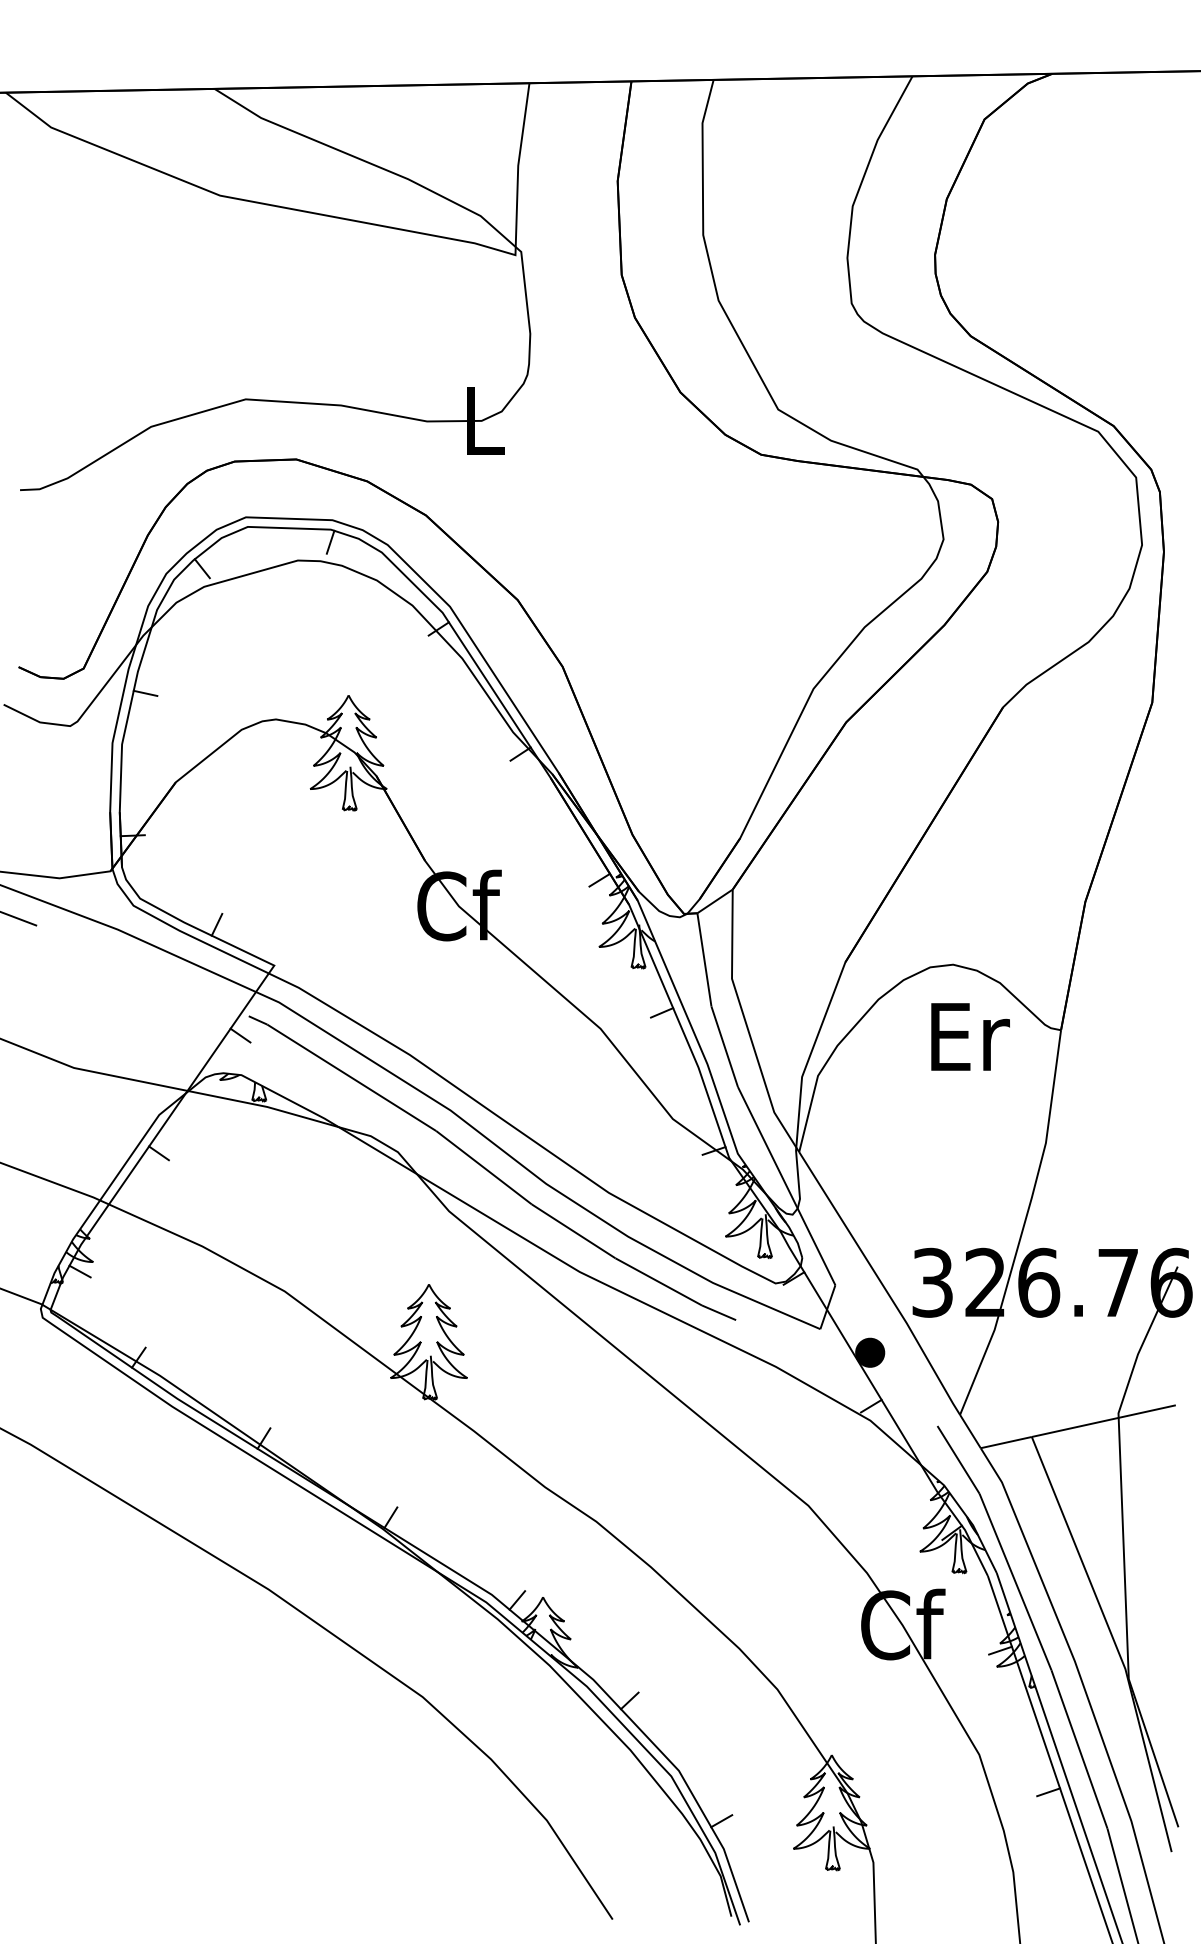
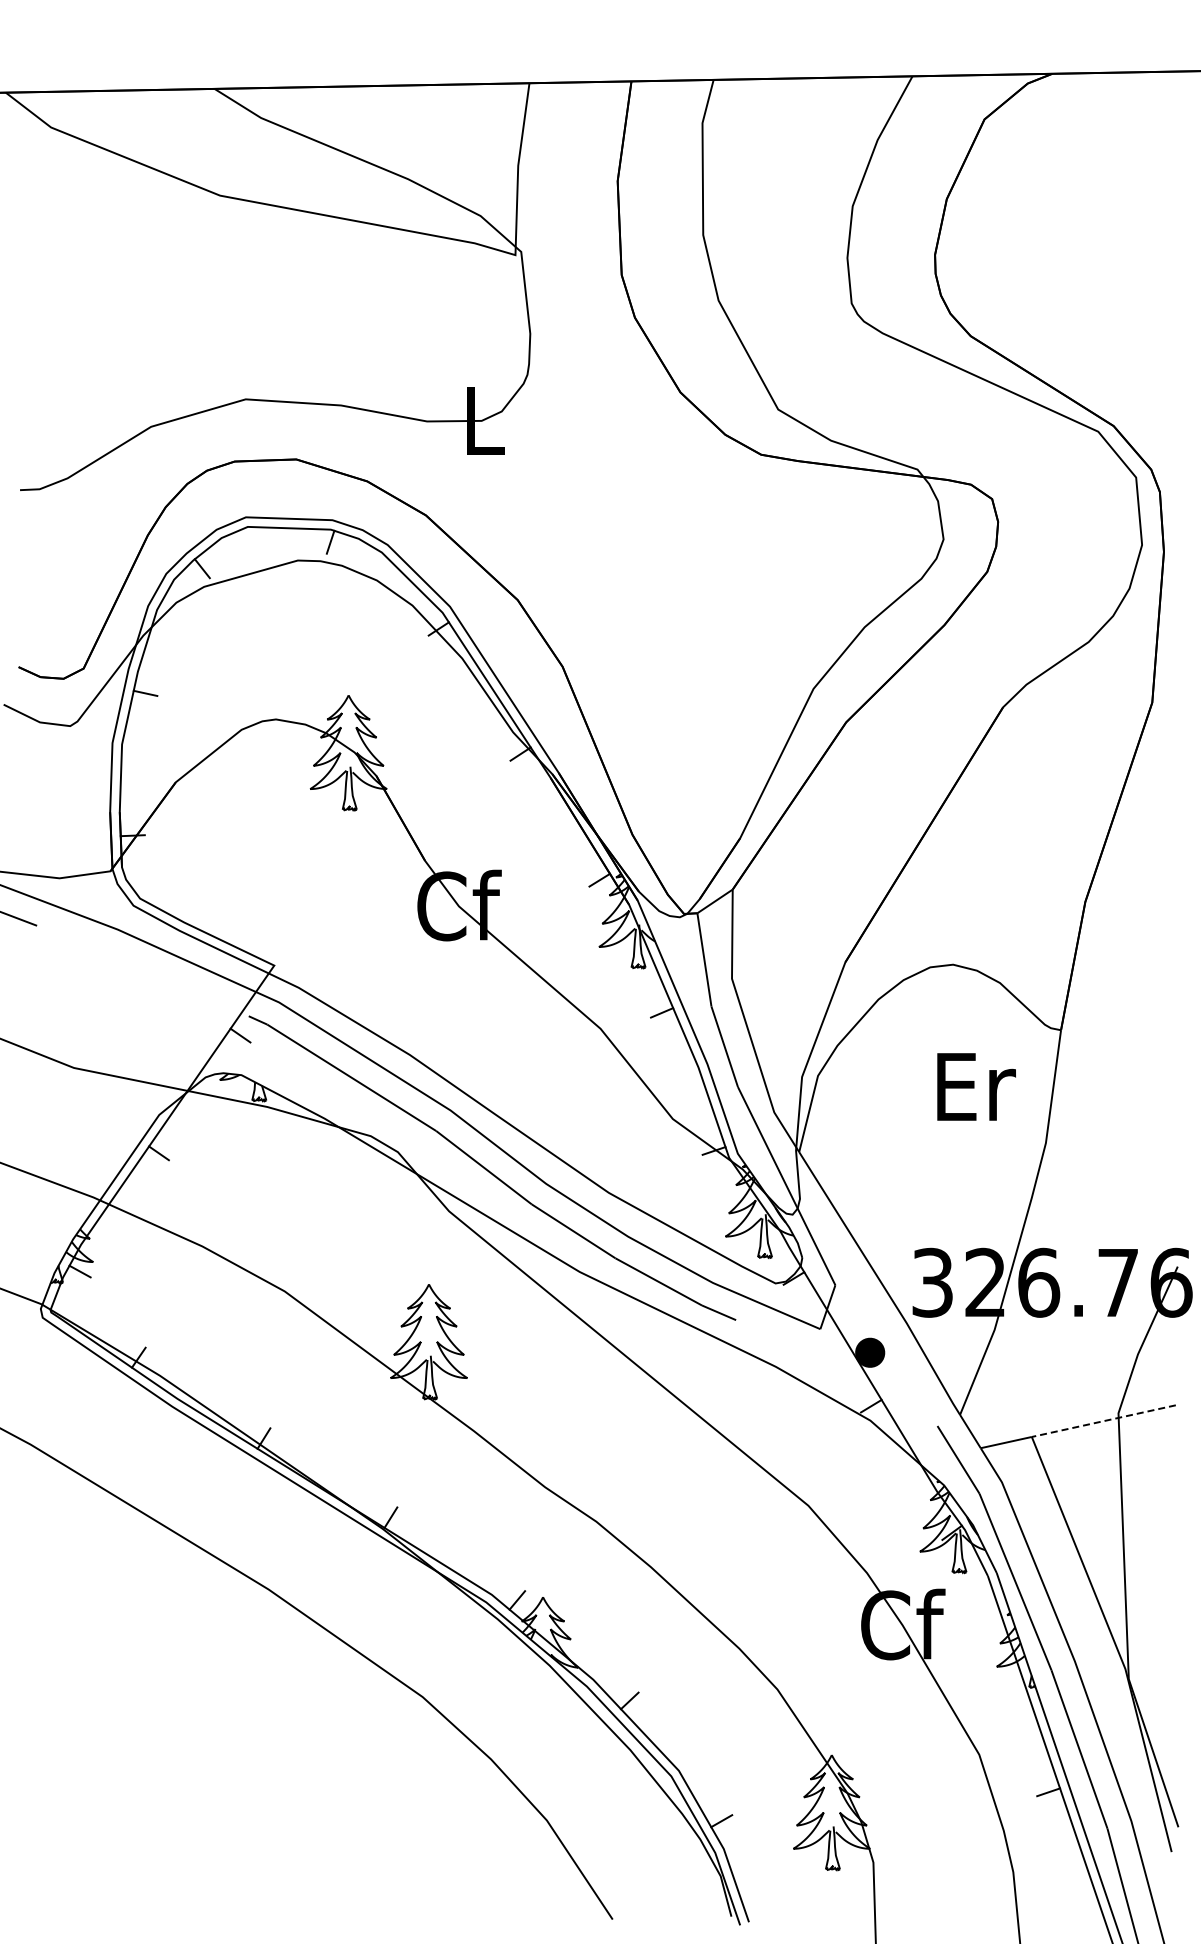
line at (216, 924): present -> none
text at (970, 1036) position: (970, 1036) -> (976, 1086)
line at (1103, 1421): solid -> dashed
line at (1000, 1650): present -> none
